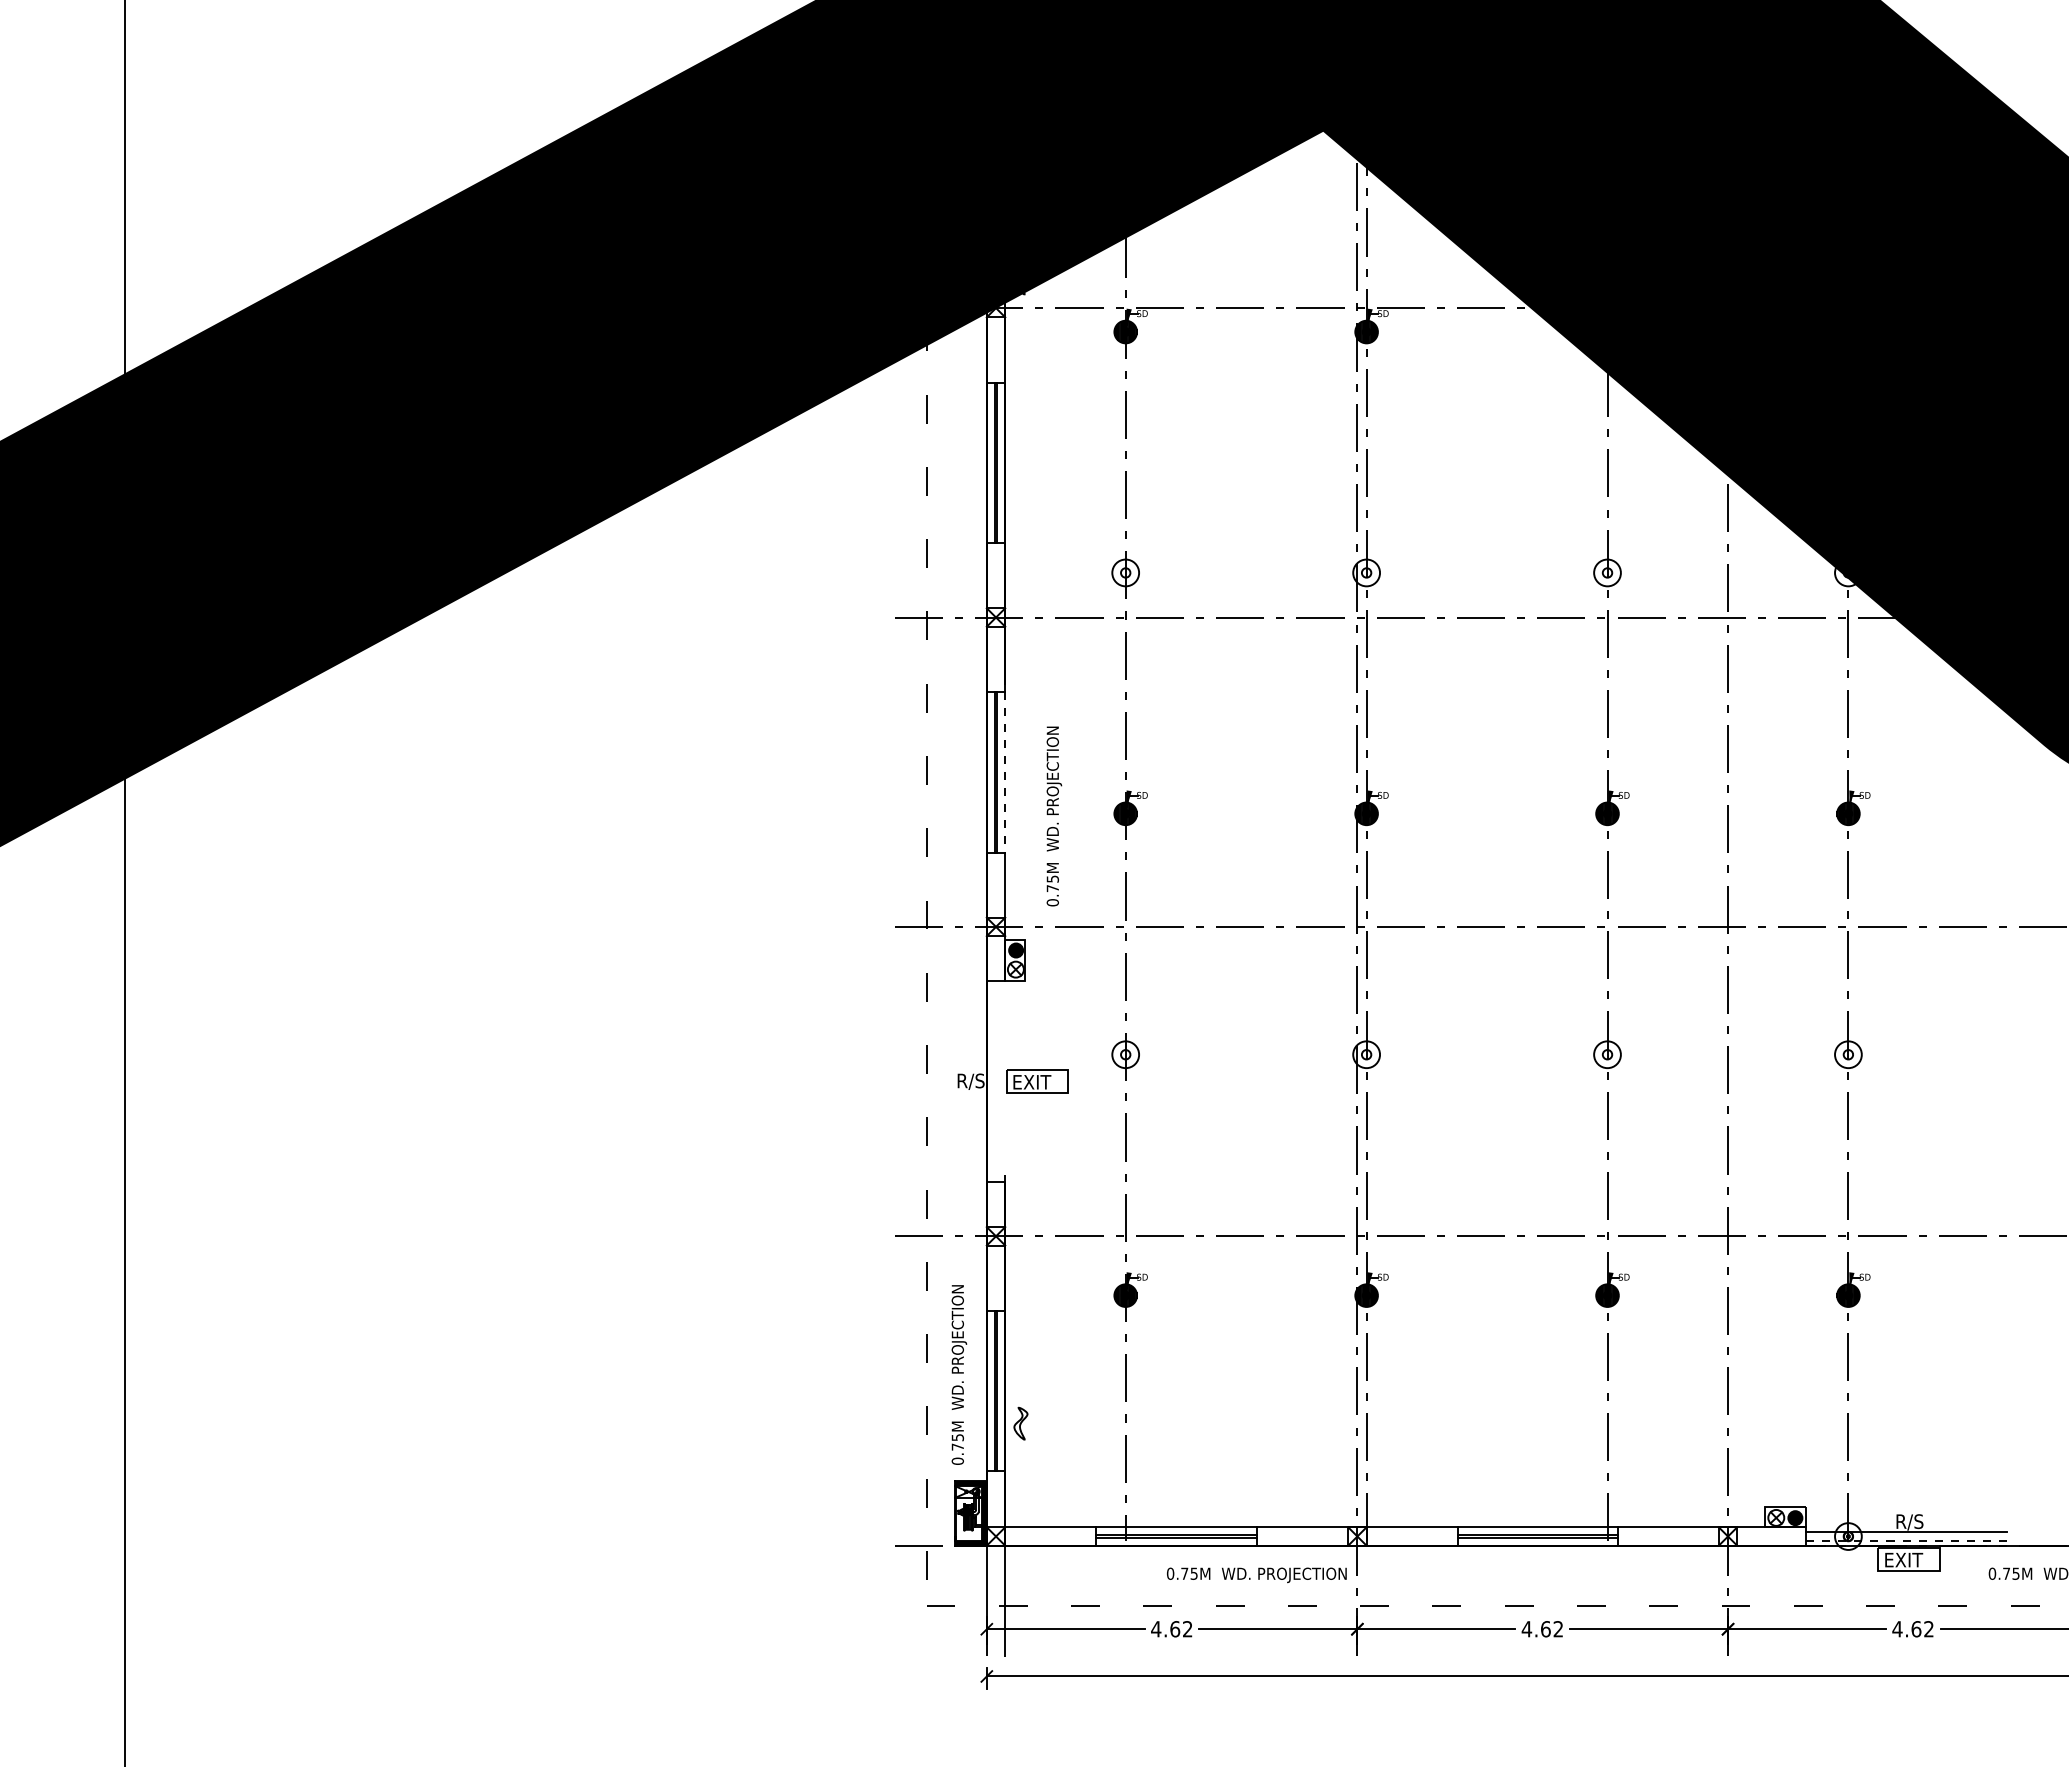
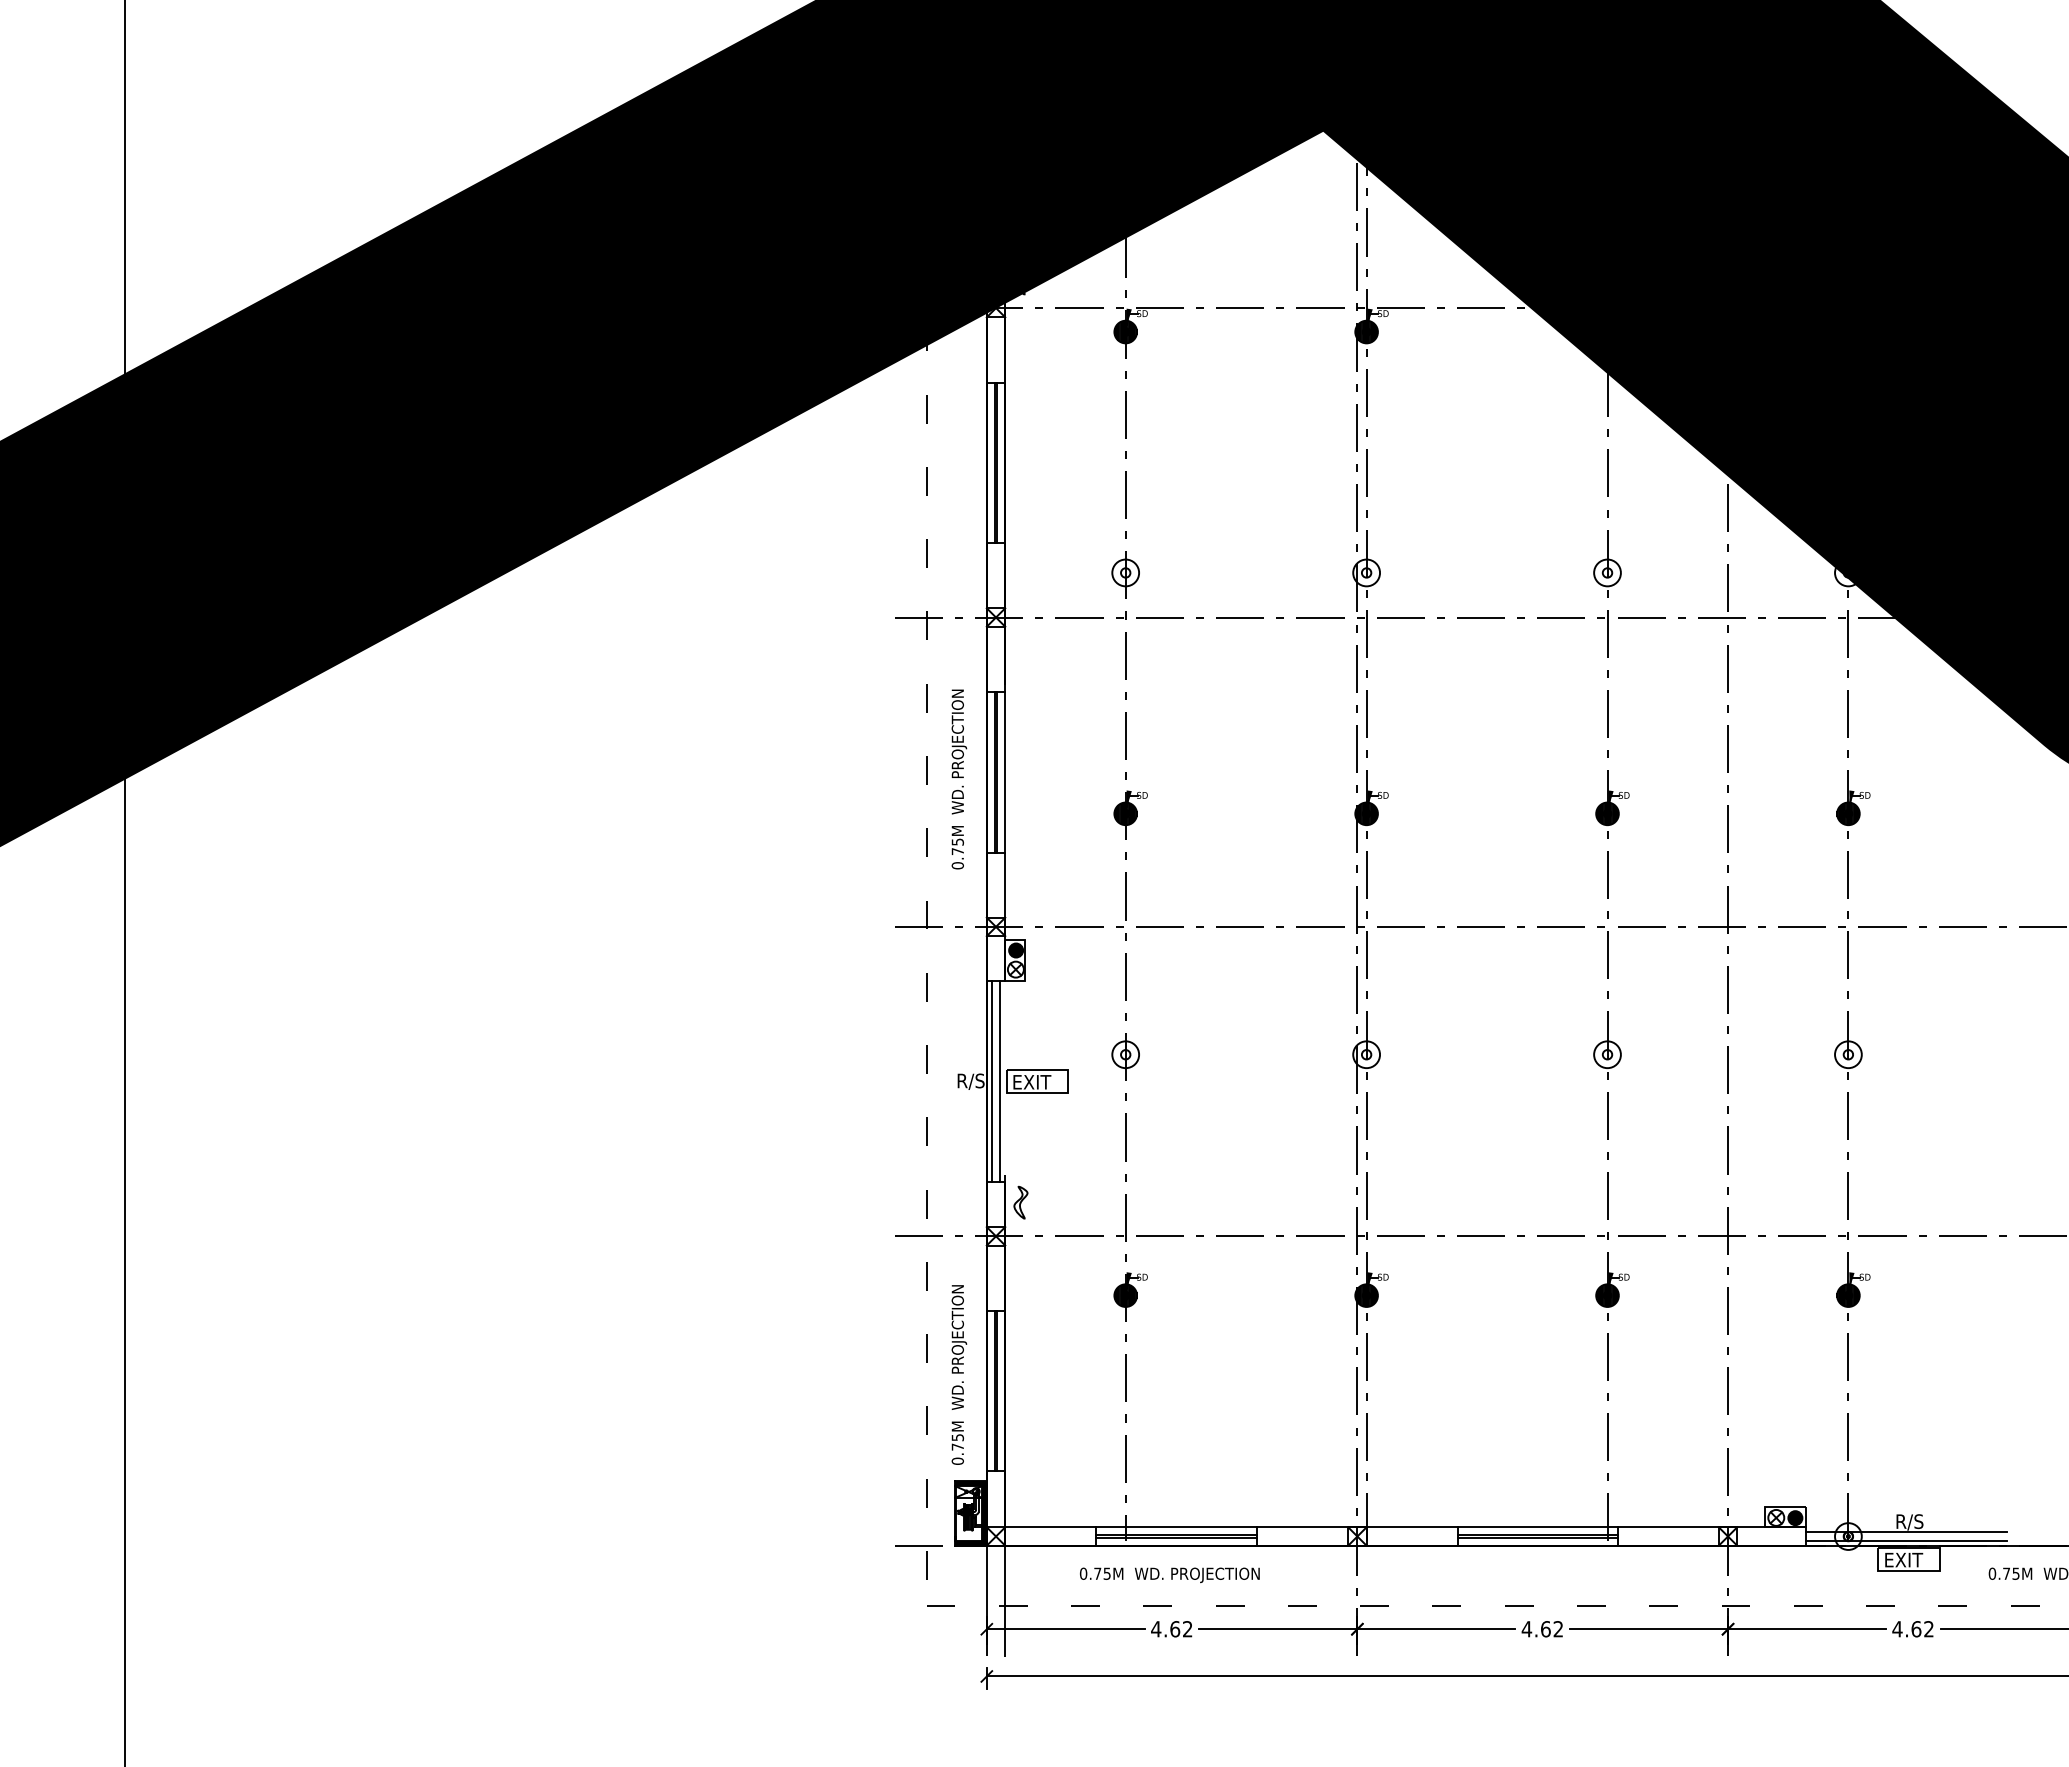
line at (1005, 772): dashed -> solid
text at (1054, 816) position: (1054, 816) -> (959, 779)
line at (992, 1081): none -> present
line at (1000, 1081): none -> present
part at (1020, 1423) position: (1020, 1423) -> (1020, 1202)
line at (1907, 1540): dashed -> solid
text at (1256, 1575) position: (1256, 1575) -> (1169, 1575)
